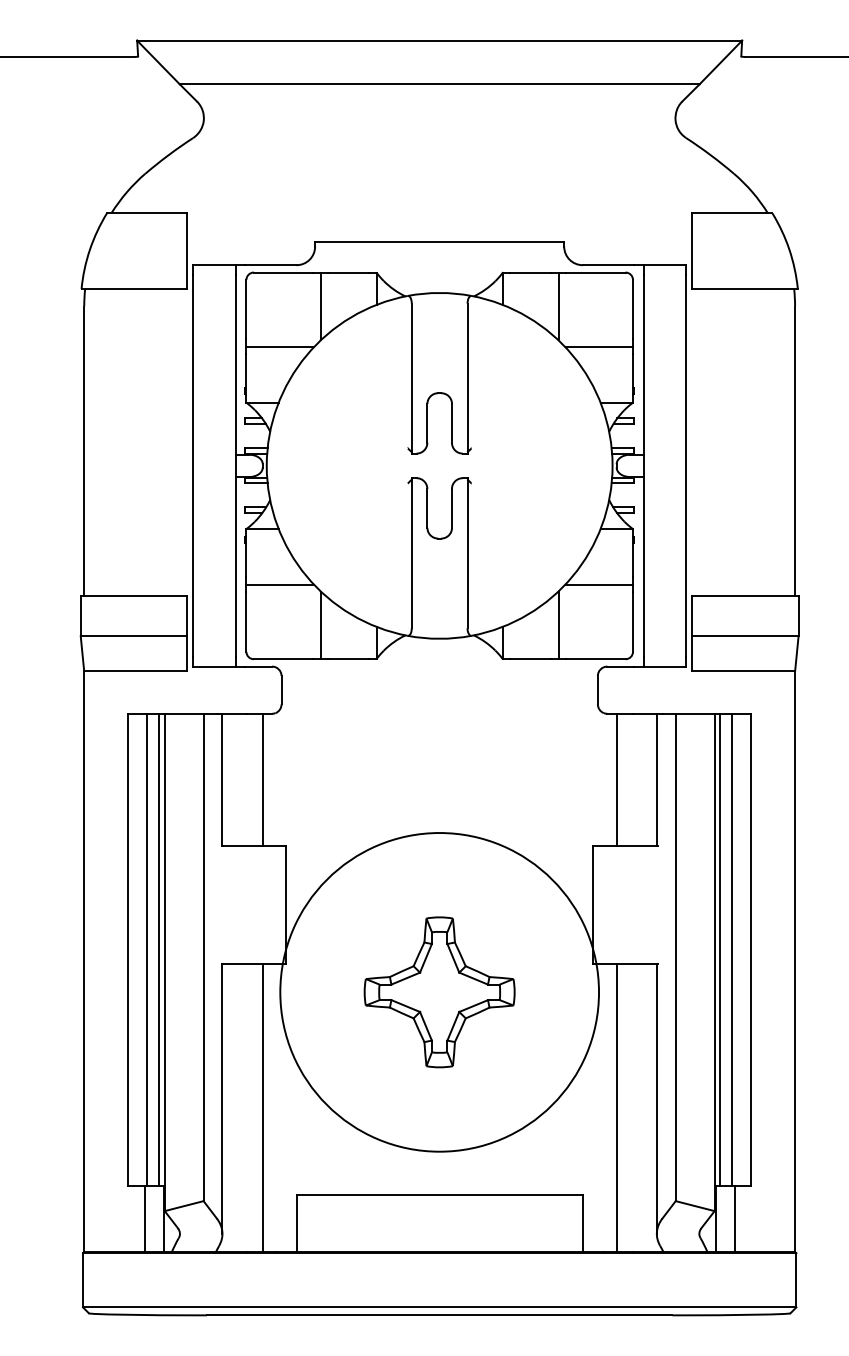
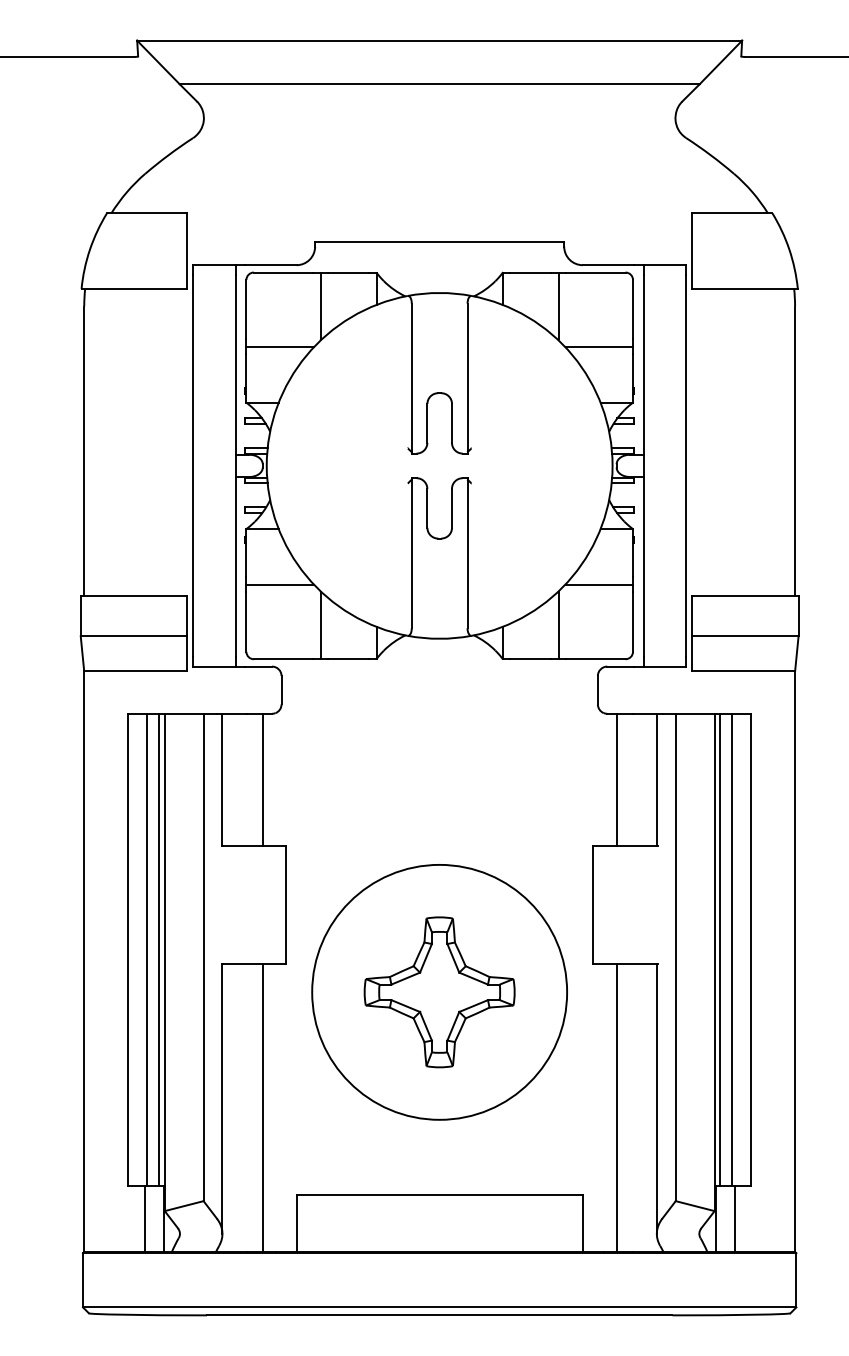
circle at (439, 992) diameter: 319 px -> 255 px
